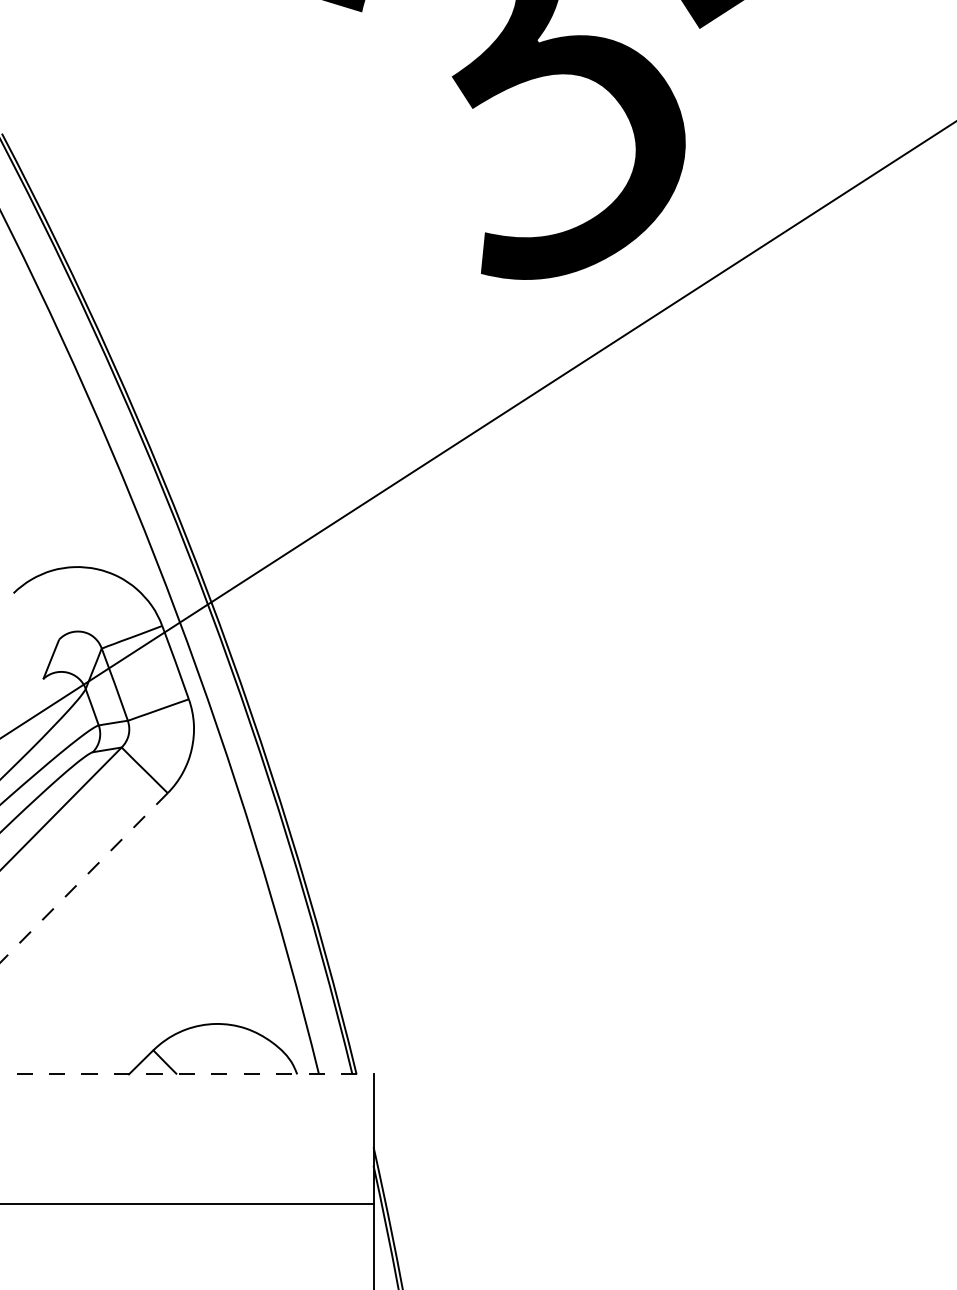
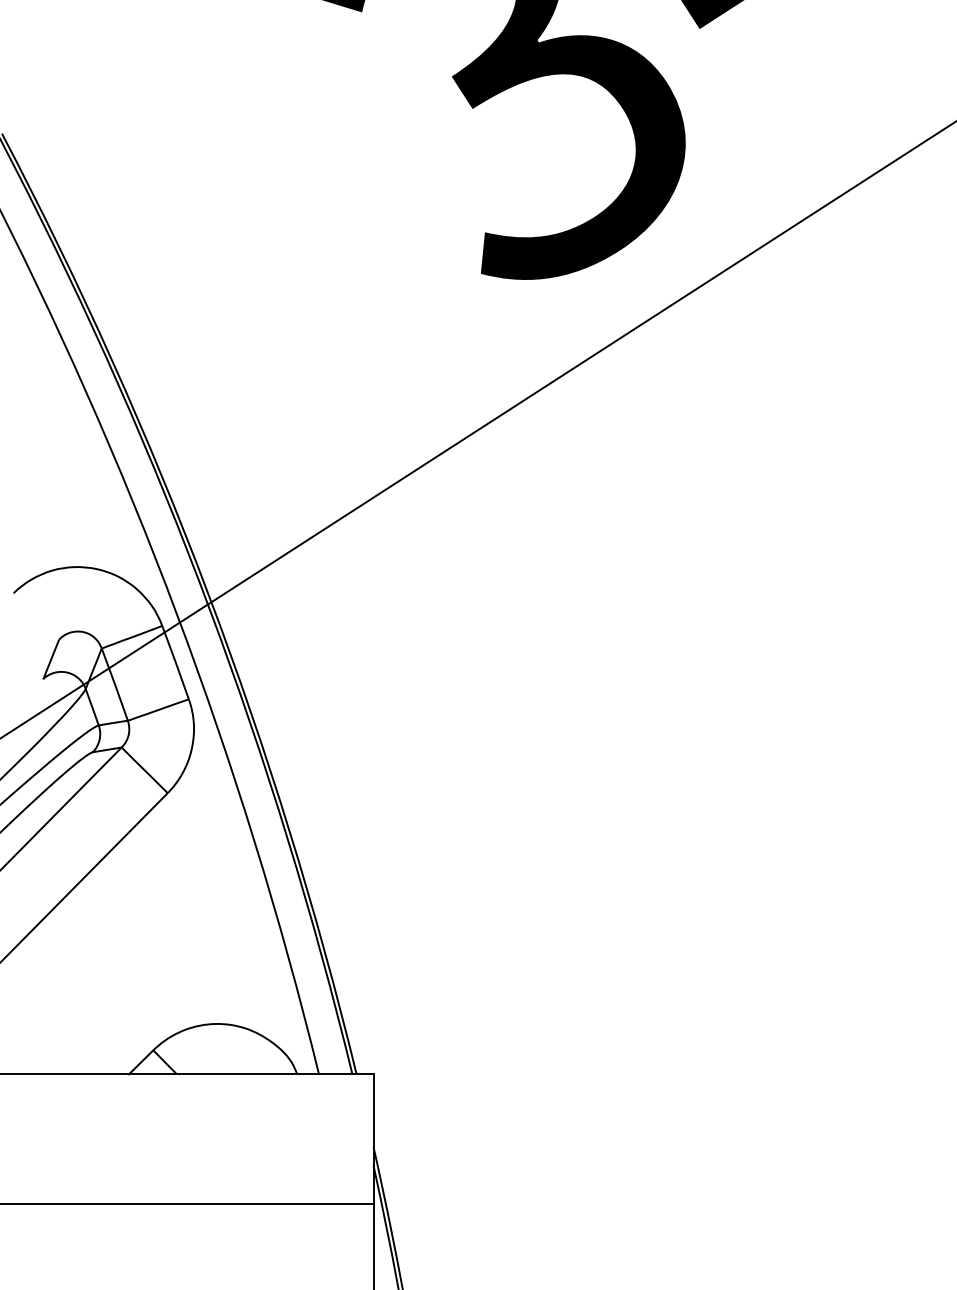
line at (83, 878): dashed -> solid
line at (187, 1074): dashed -> solid
